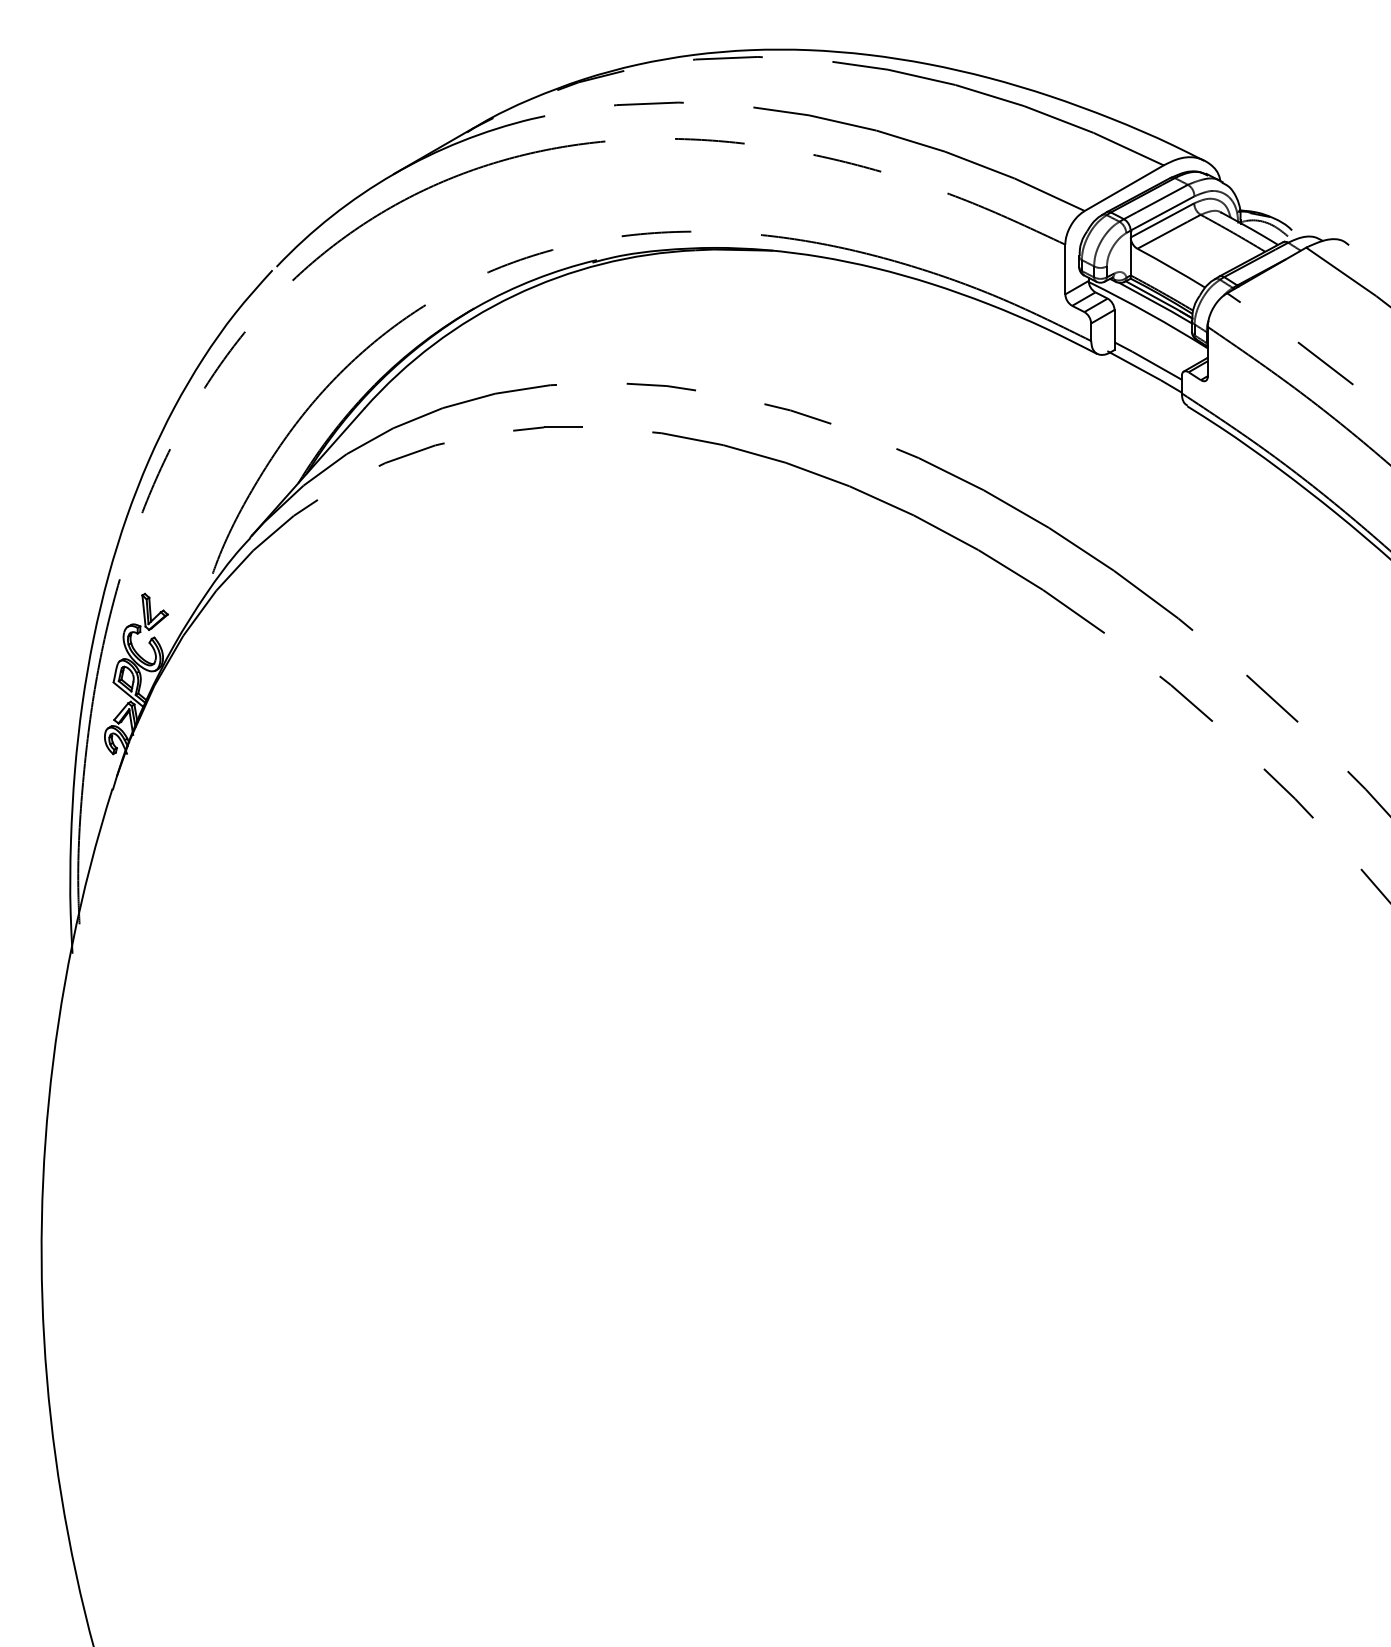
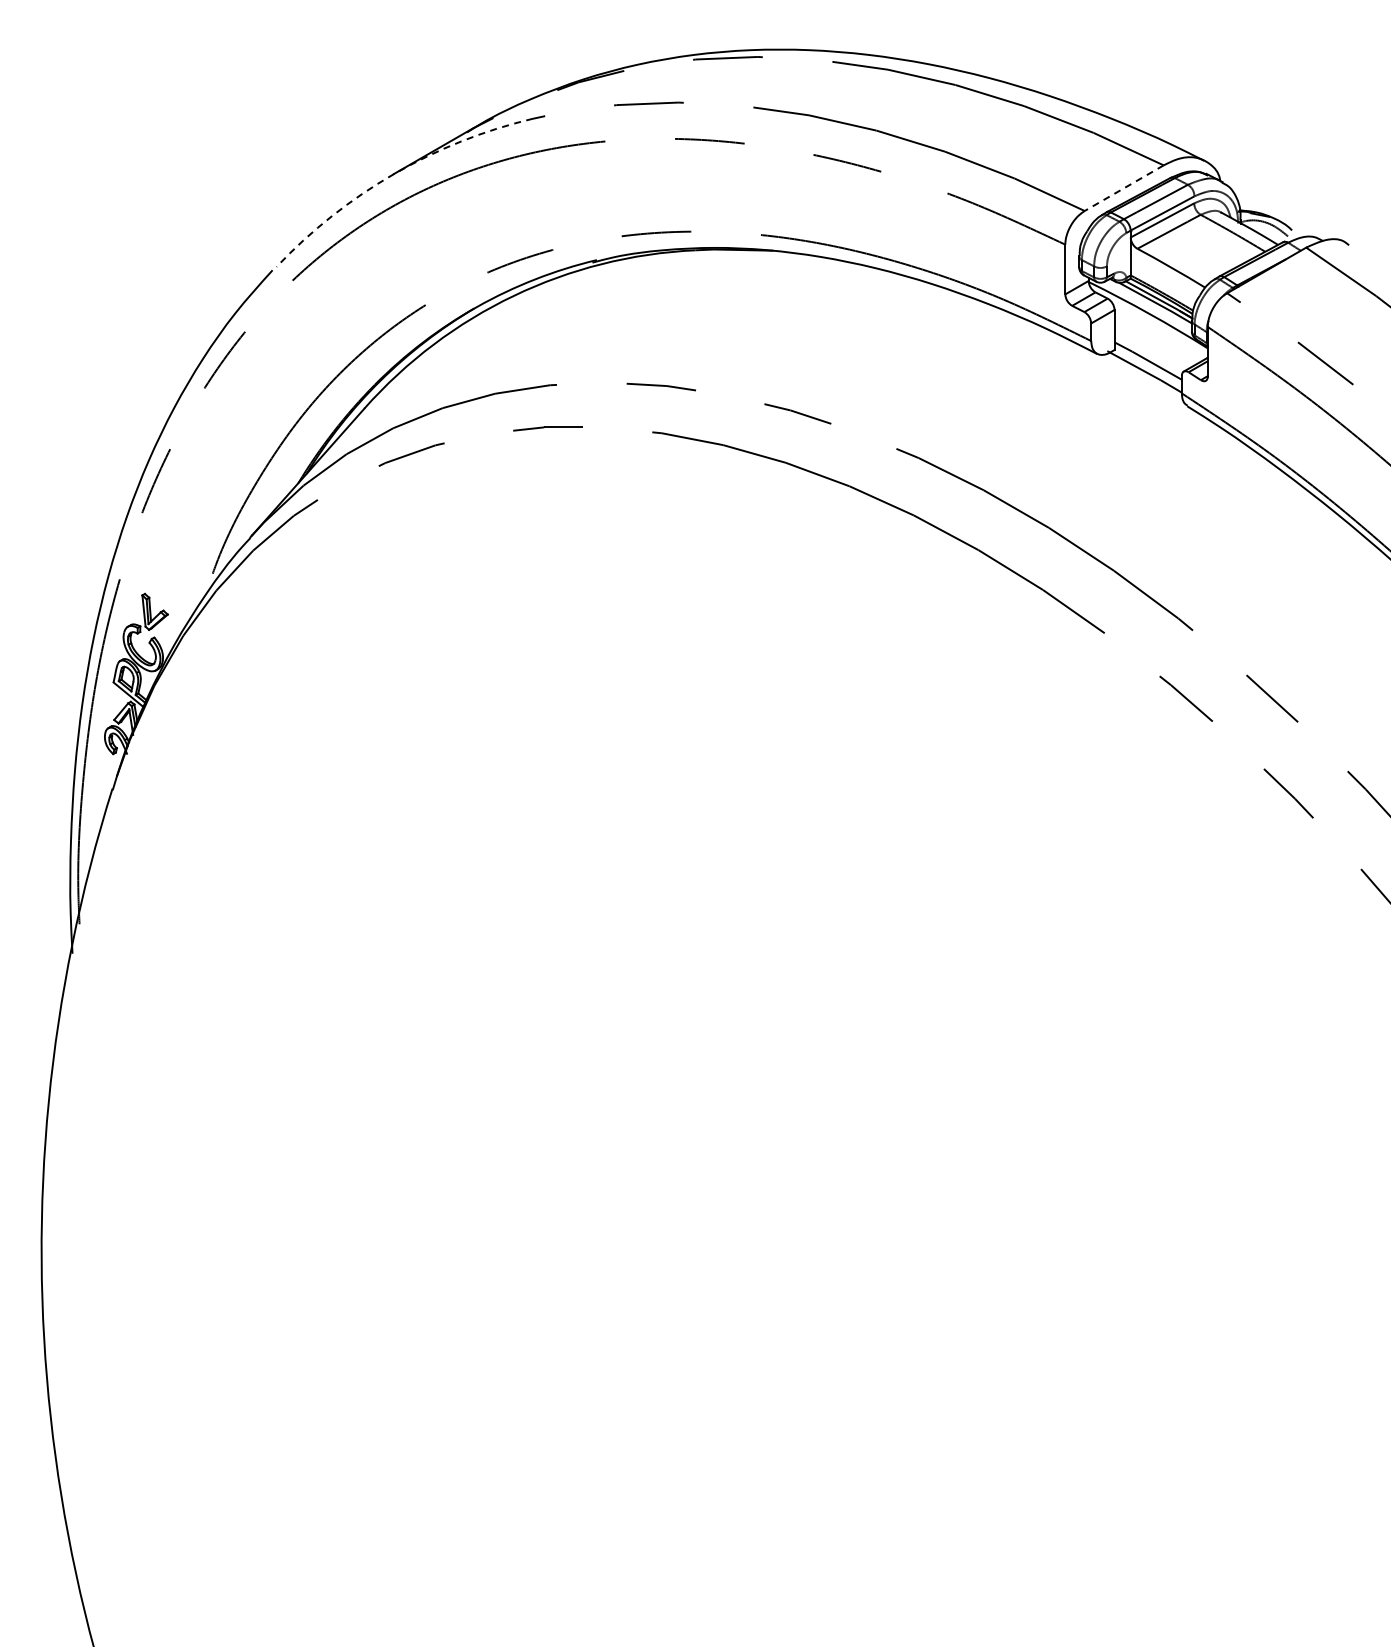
arc at (394, 174): solid -> dashed
line at (1124, 188): solid -> dashed
